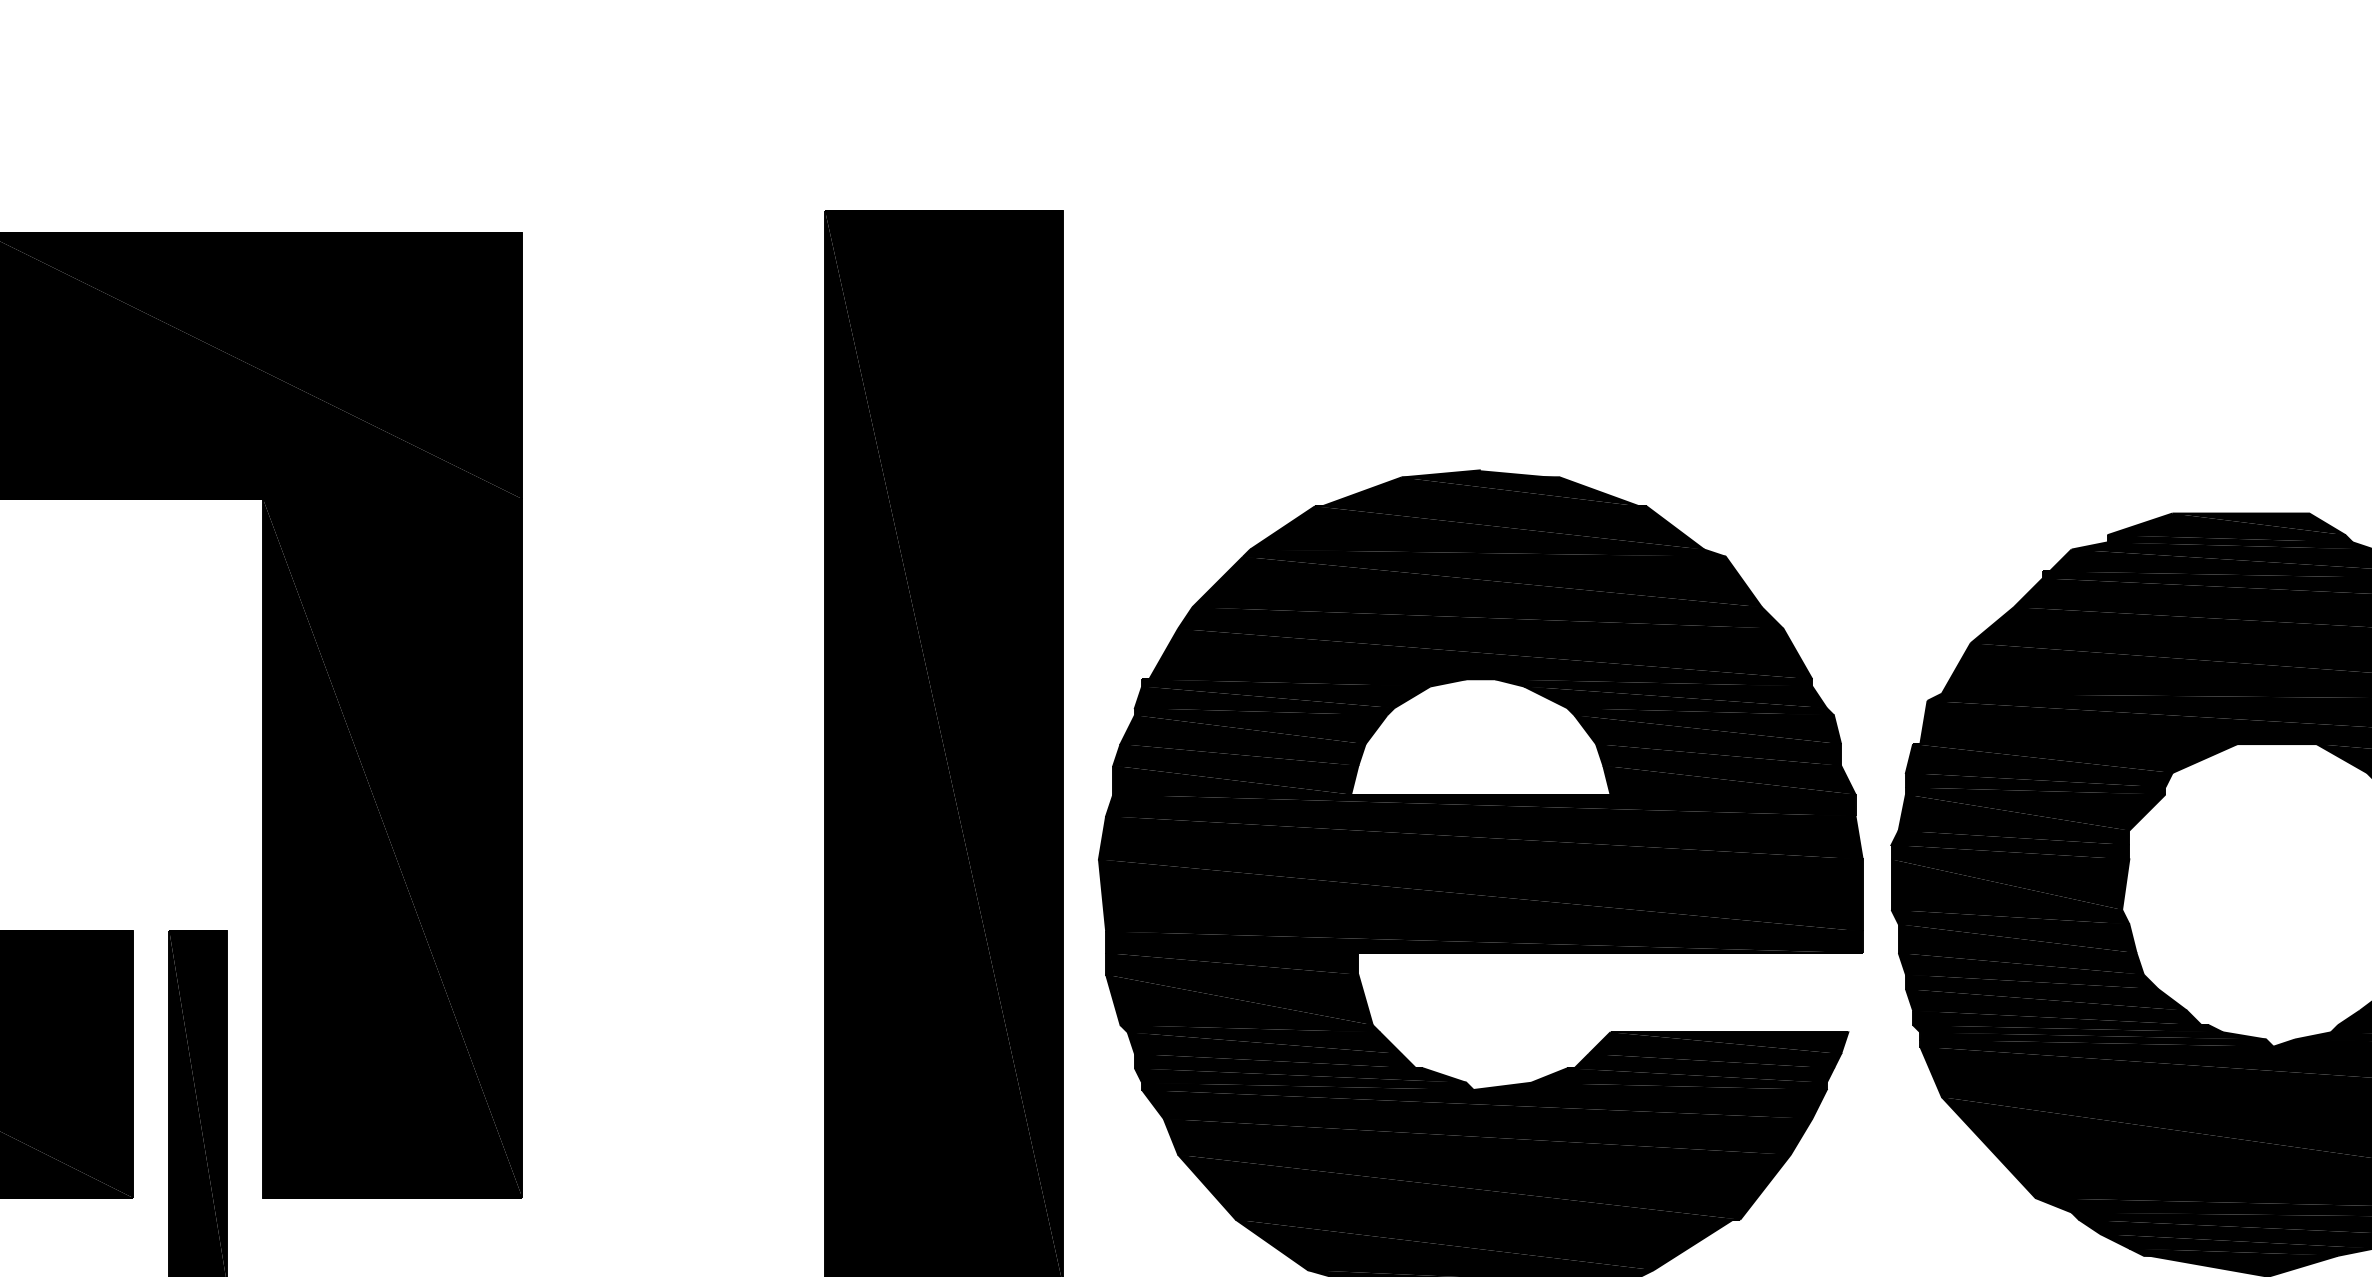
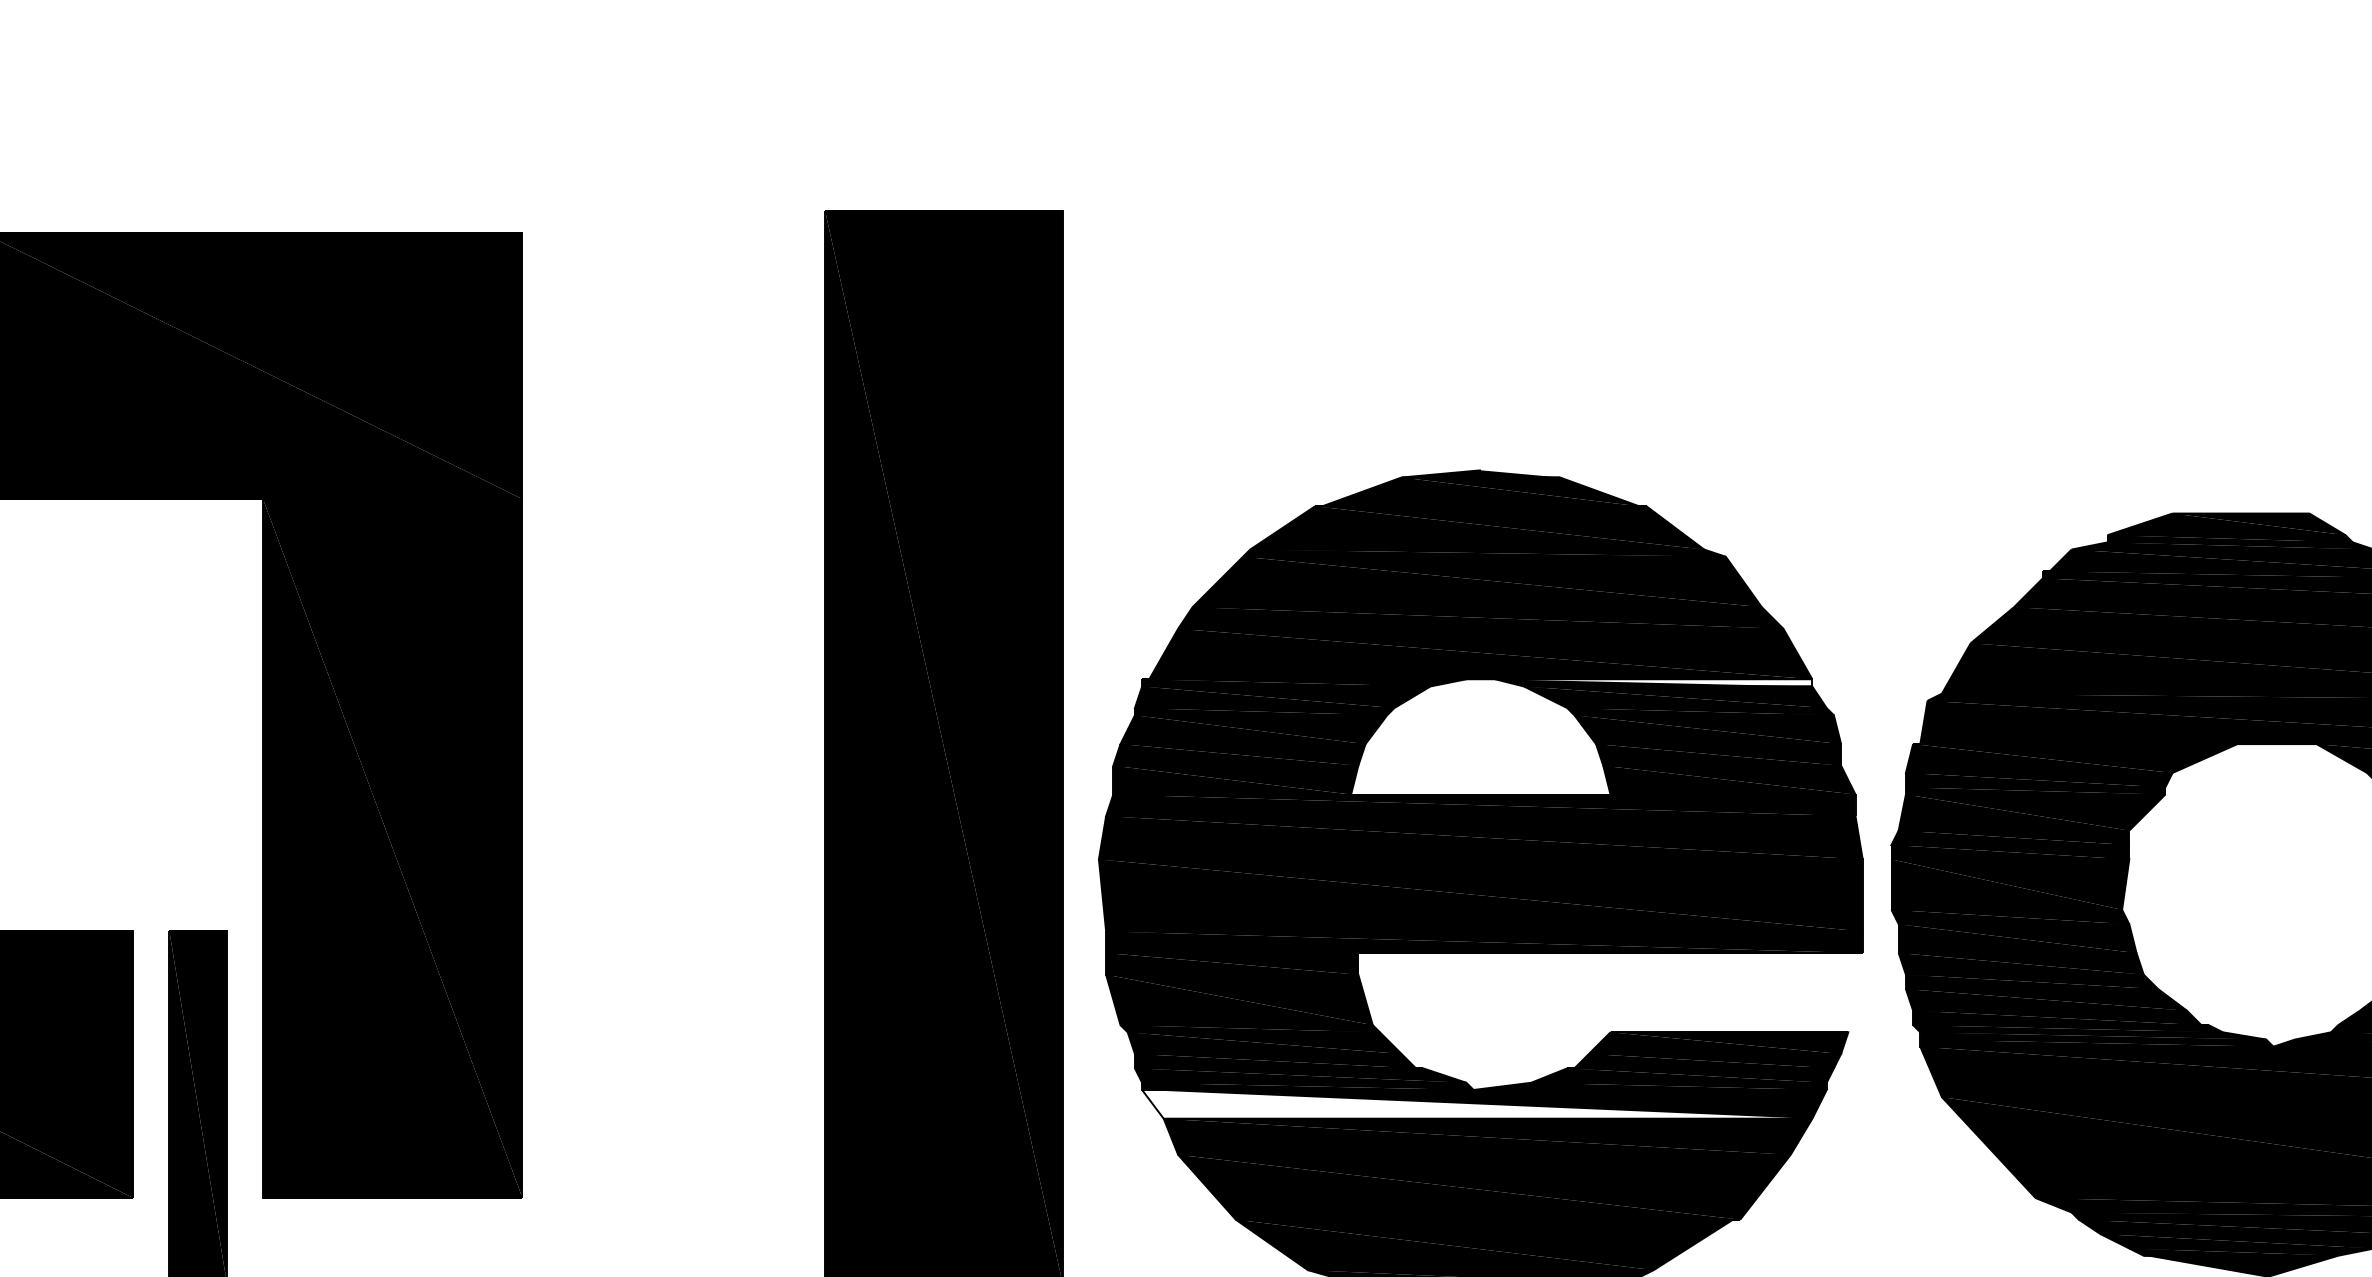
fill at (1653, 682): present -> none
fill at (1477, 1103): present -> none
